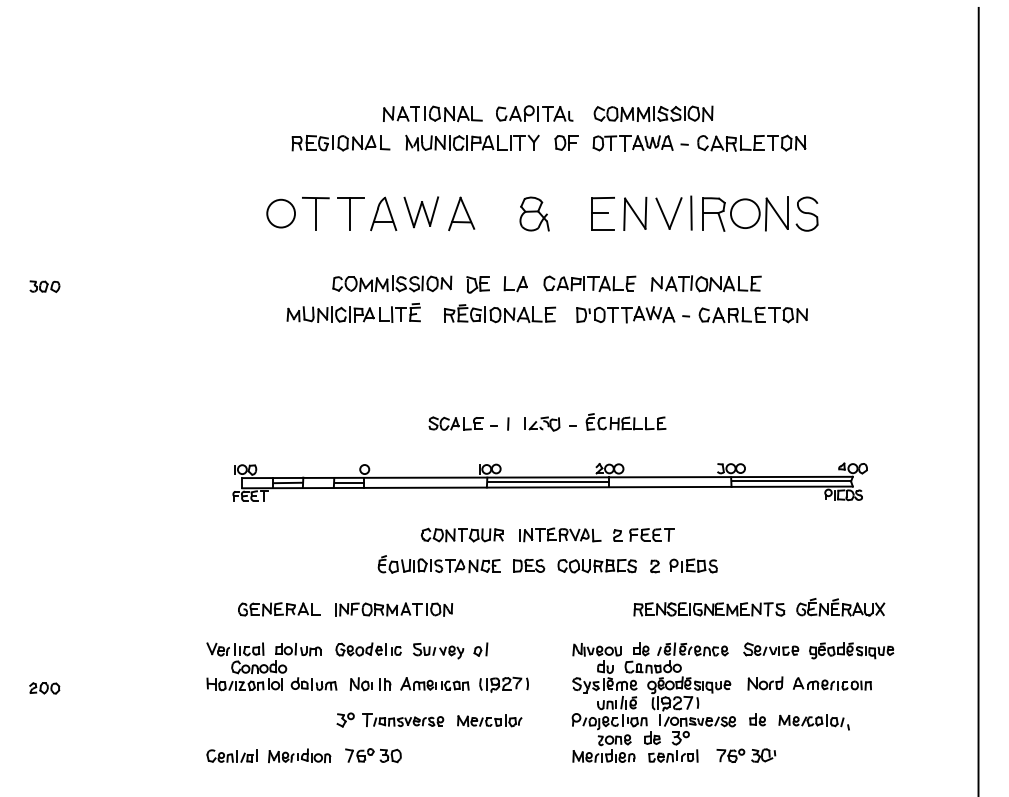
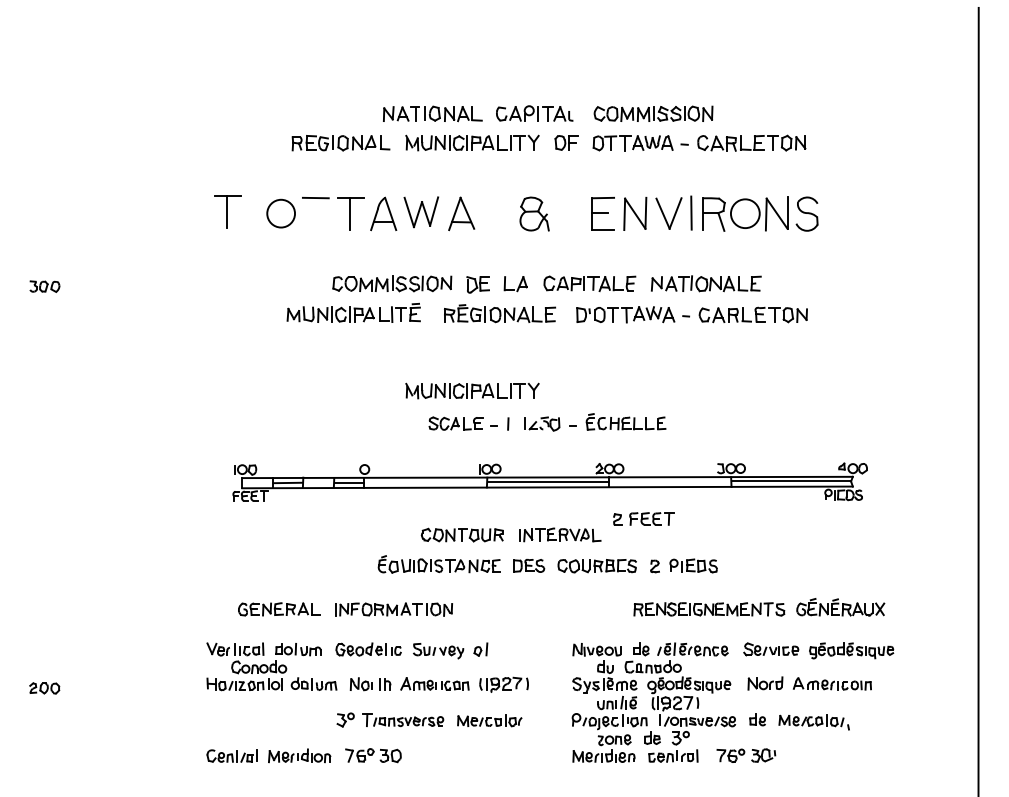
part at (227, 211): none -> present
line at (315, 214): present -> none
part at (472, 390): none -> present
part at (643, 534) position: (643, 534) -> (643, 518)
